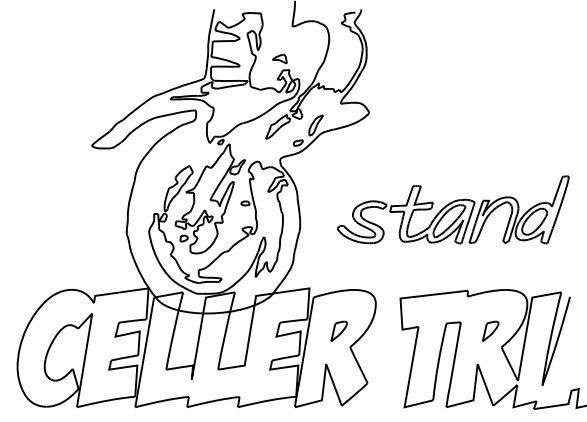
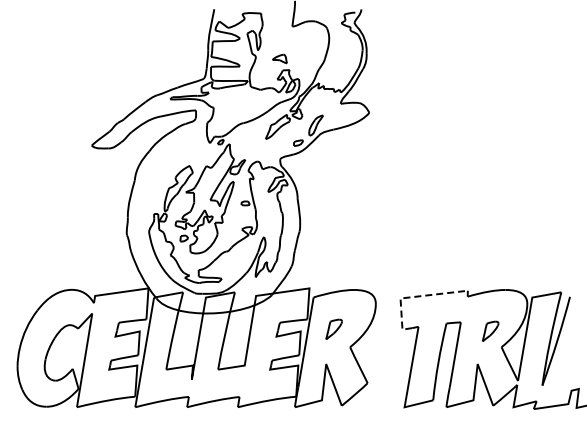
part at (452, 209): present -> none
line at (412, 297): solid -> dashed
part at (338, 330) position: (338, 330) -> (333, 328)
